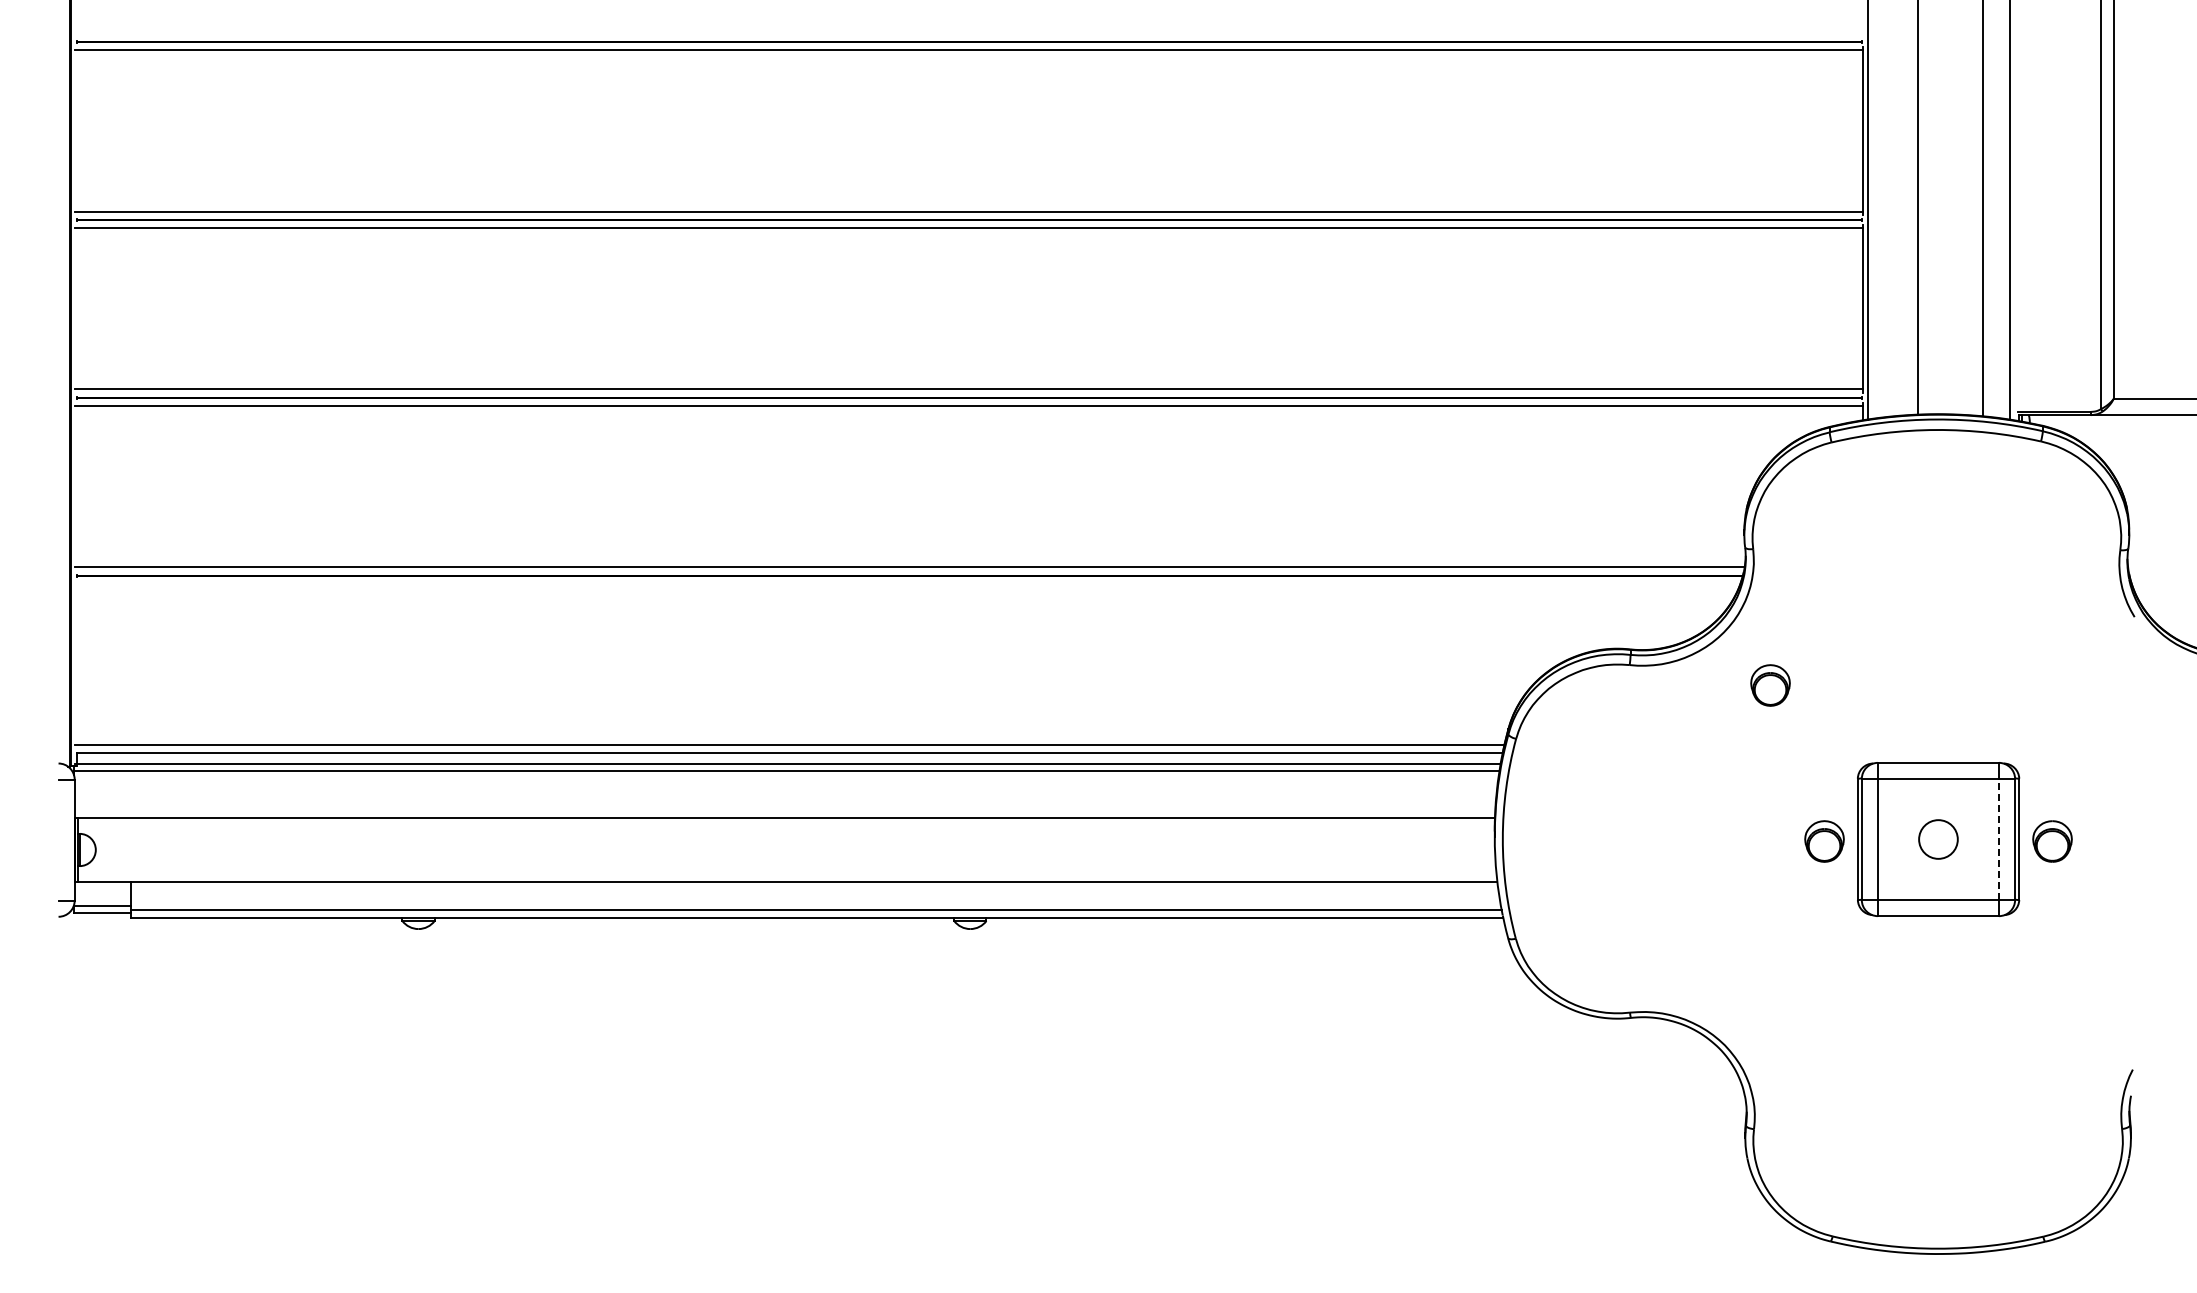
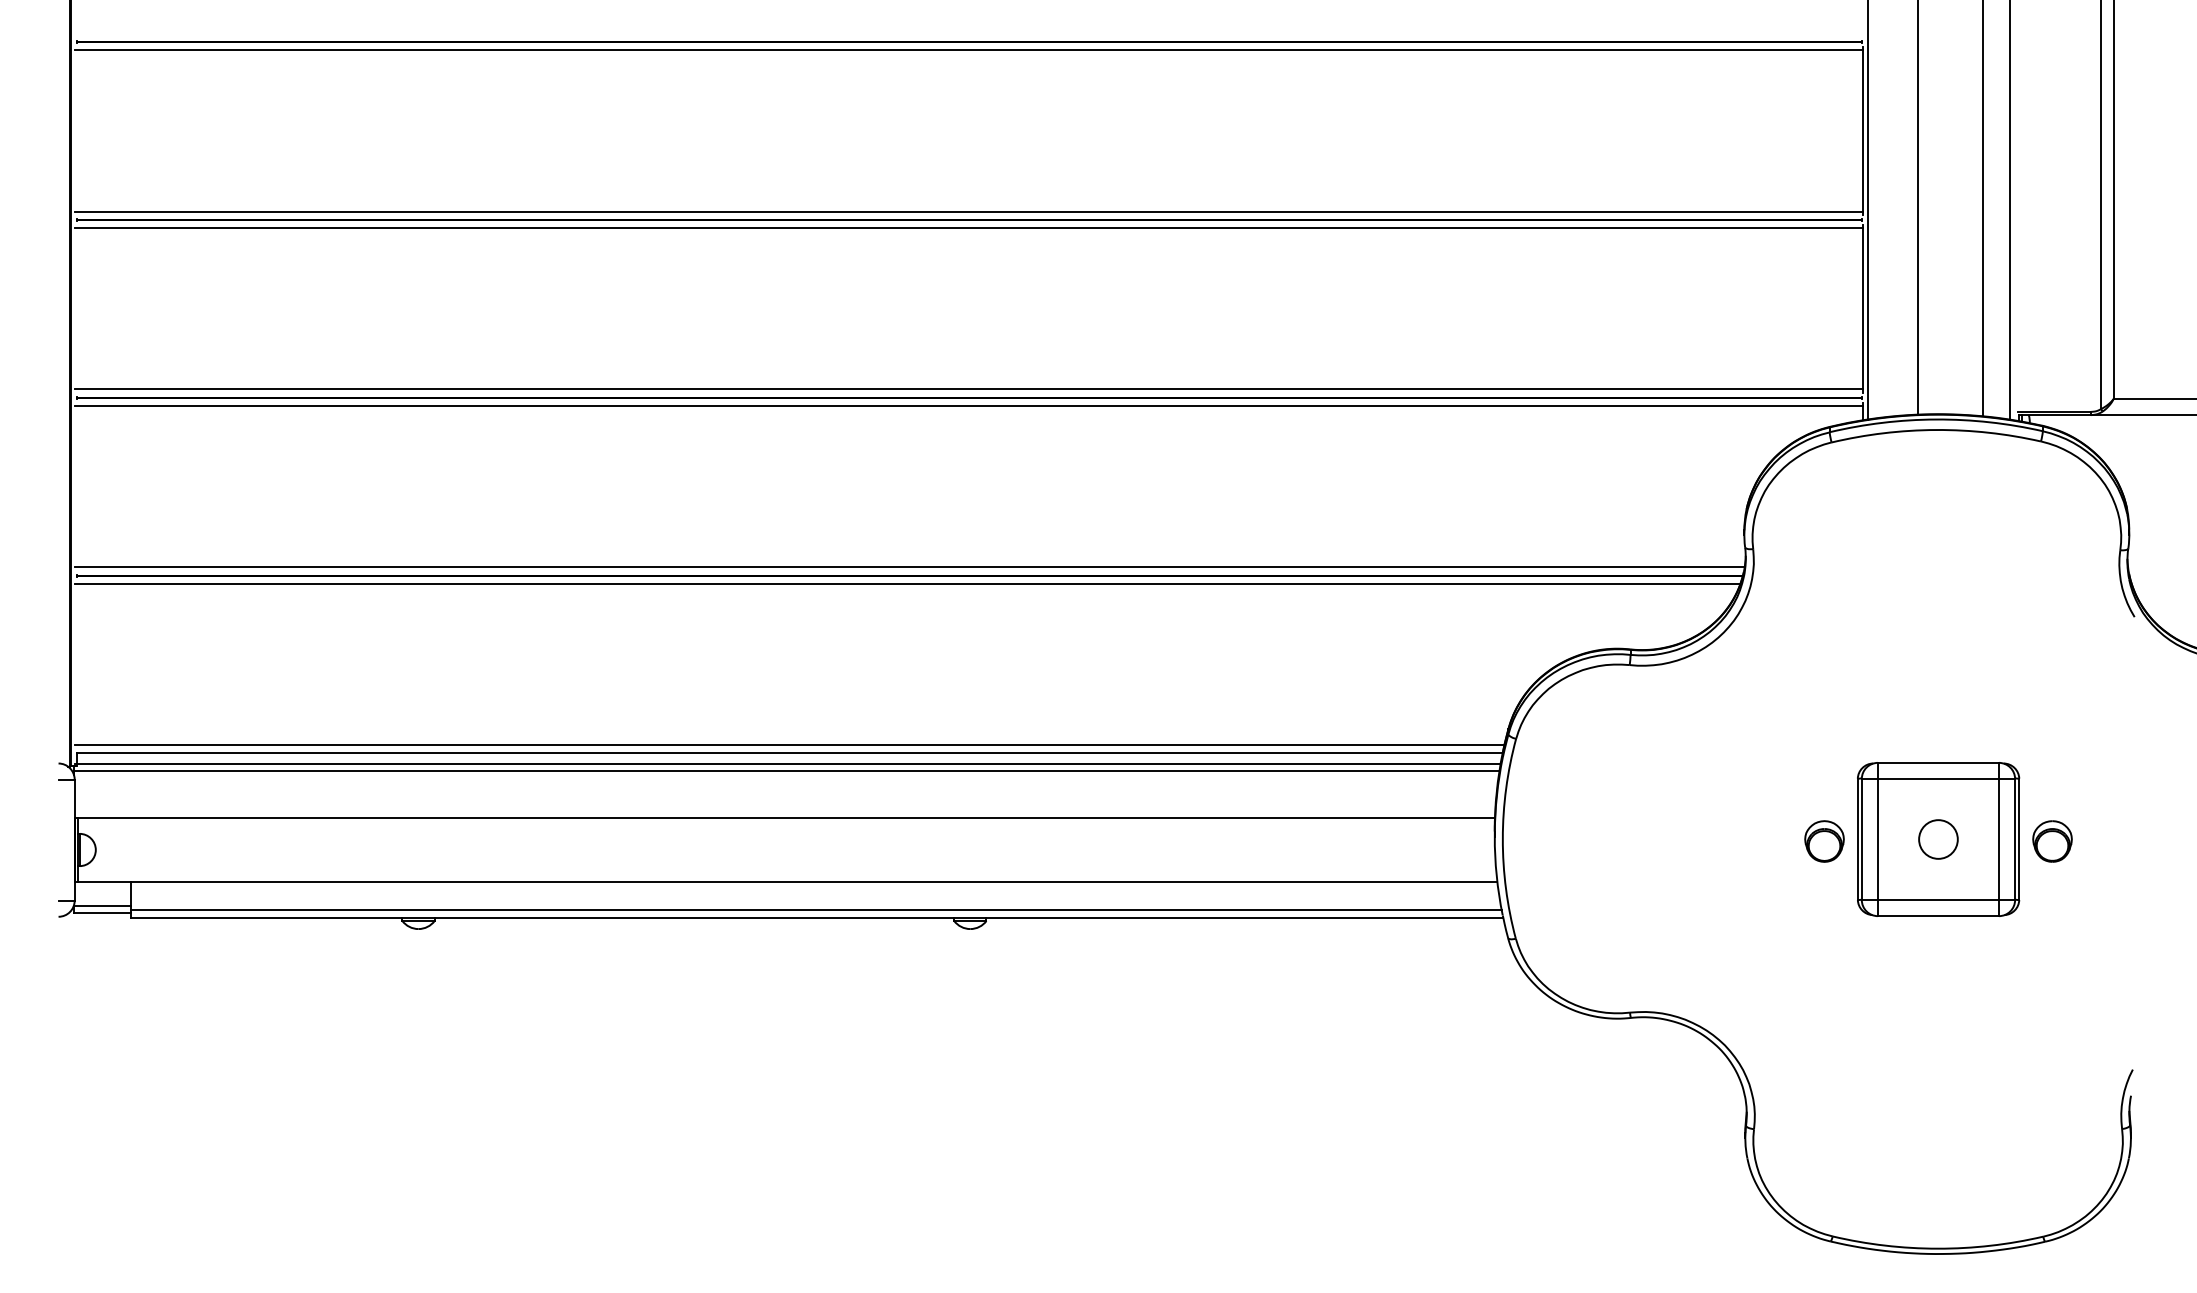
line at (907, 583): none -> present
part at (1770, 685): present -> none
line at (1998, 839): dashed -> solid
